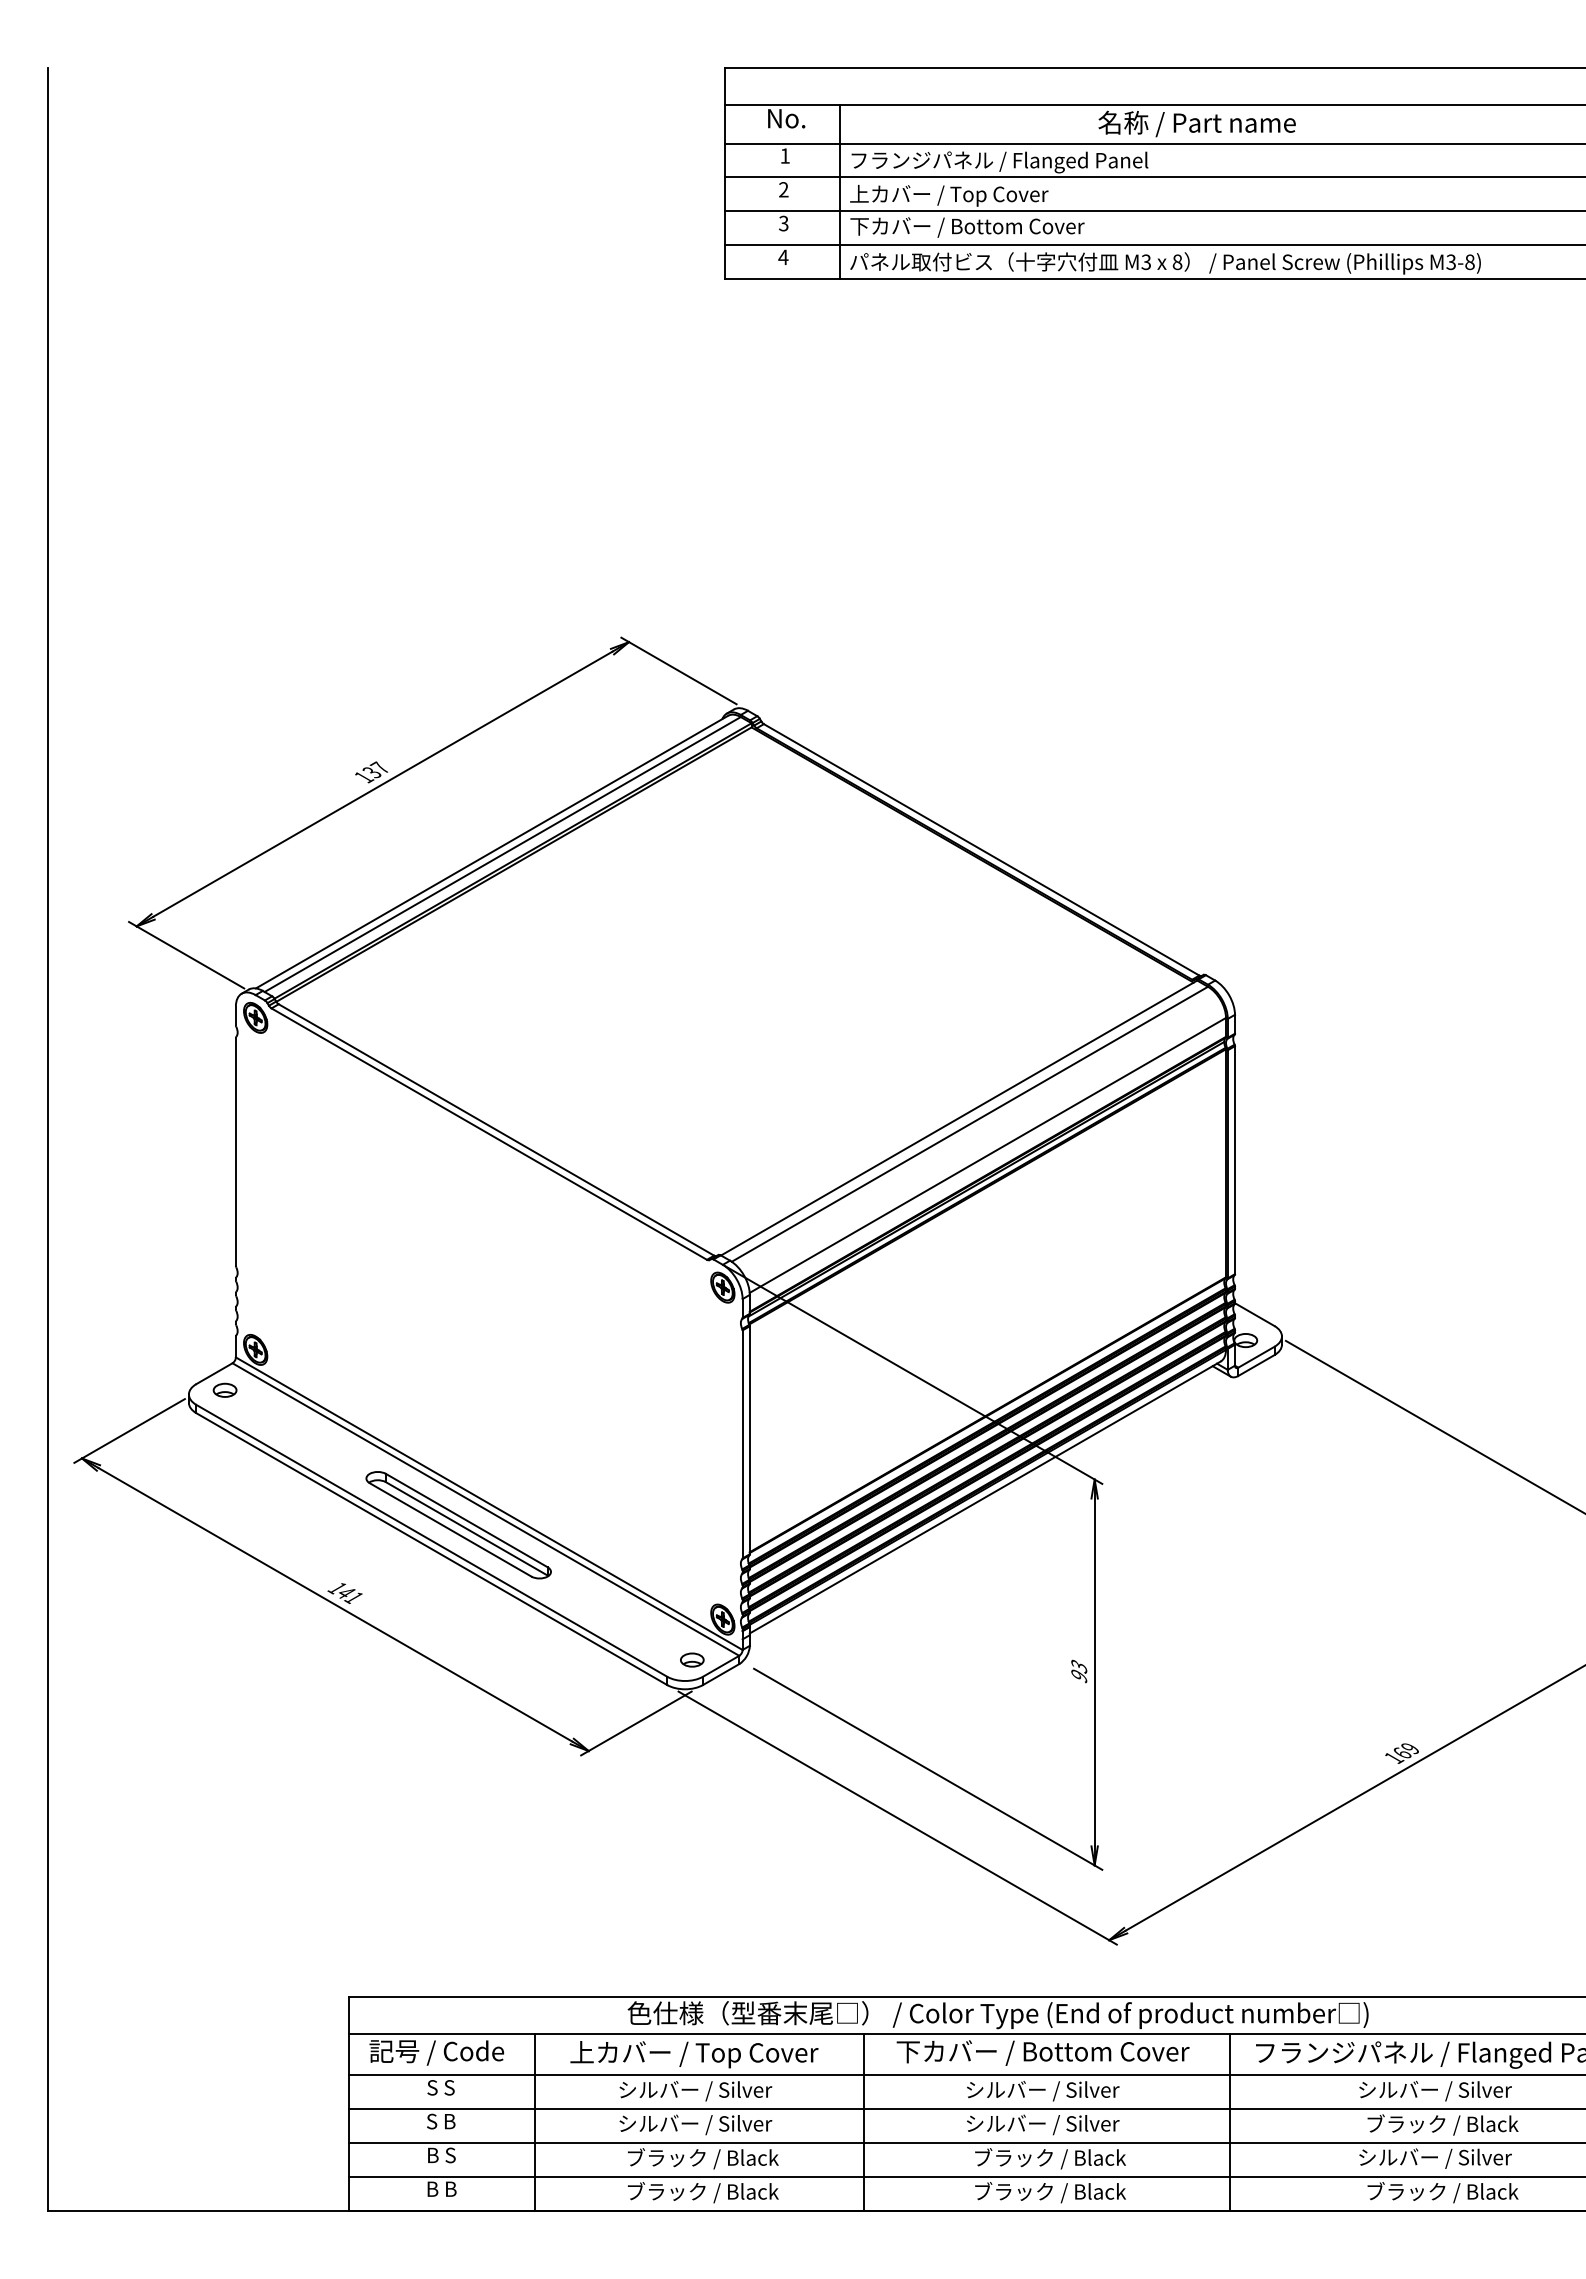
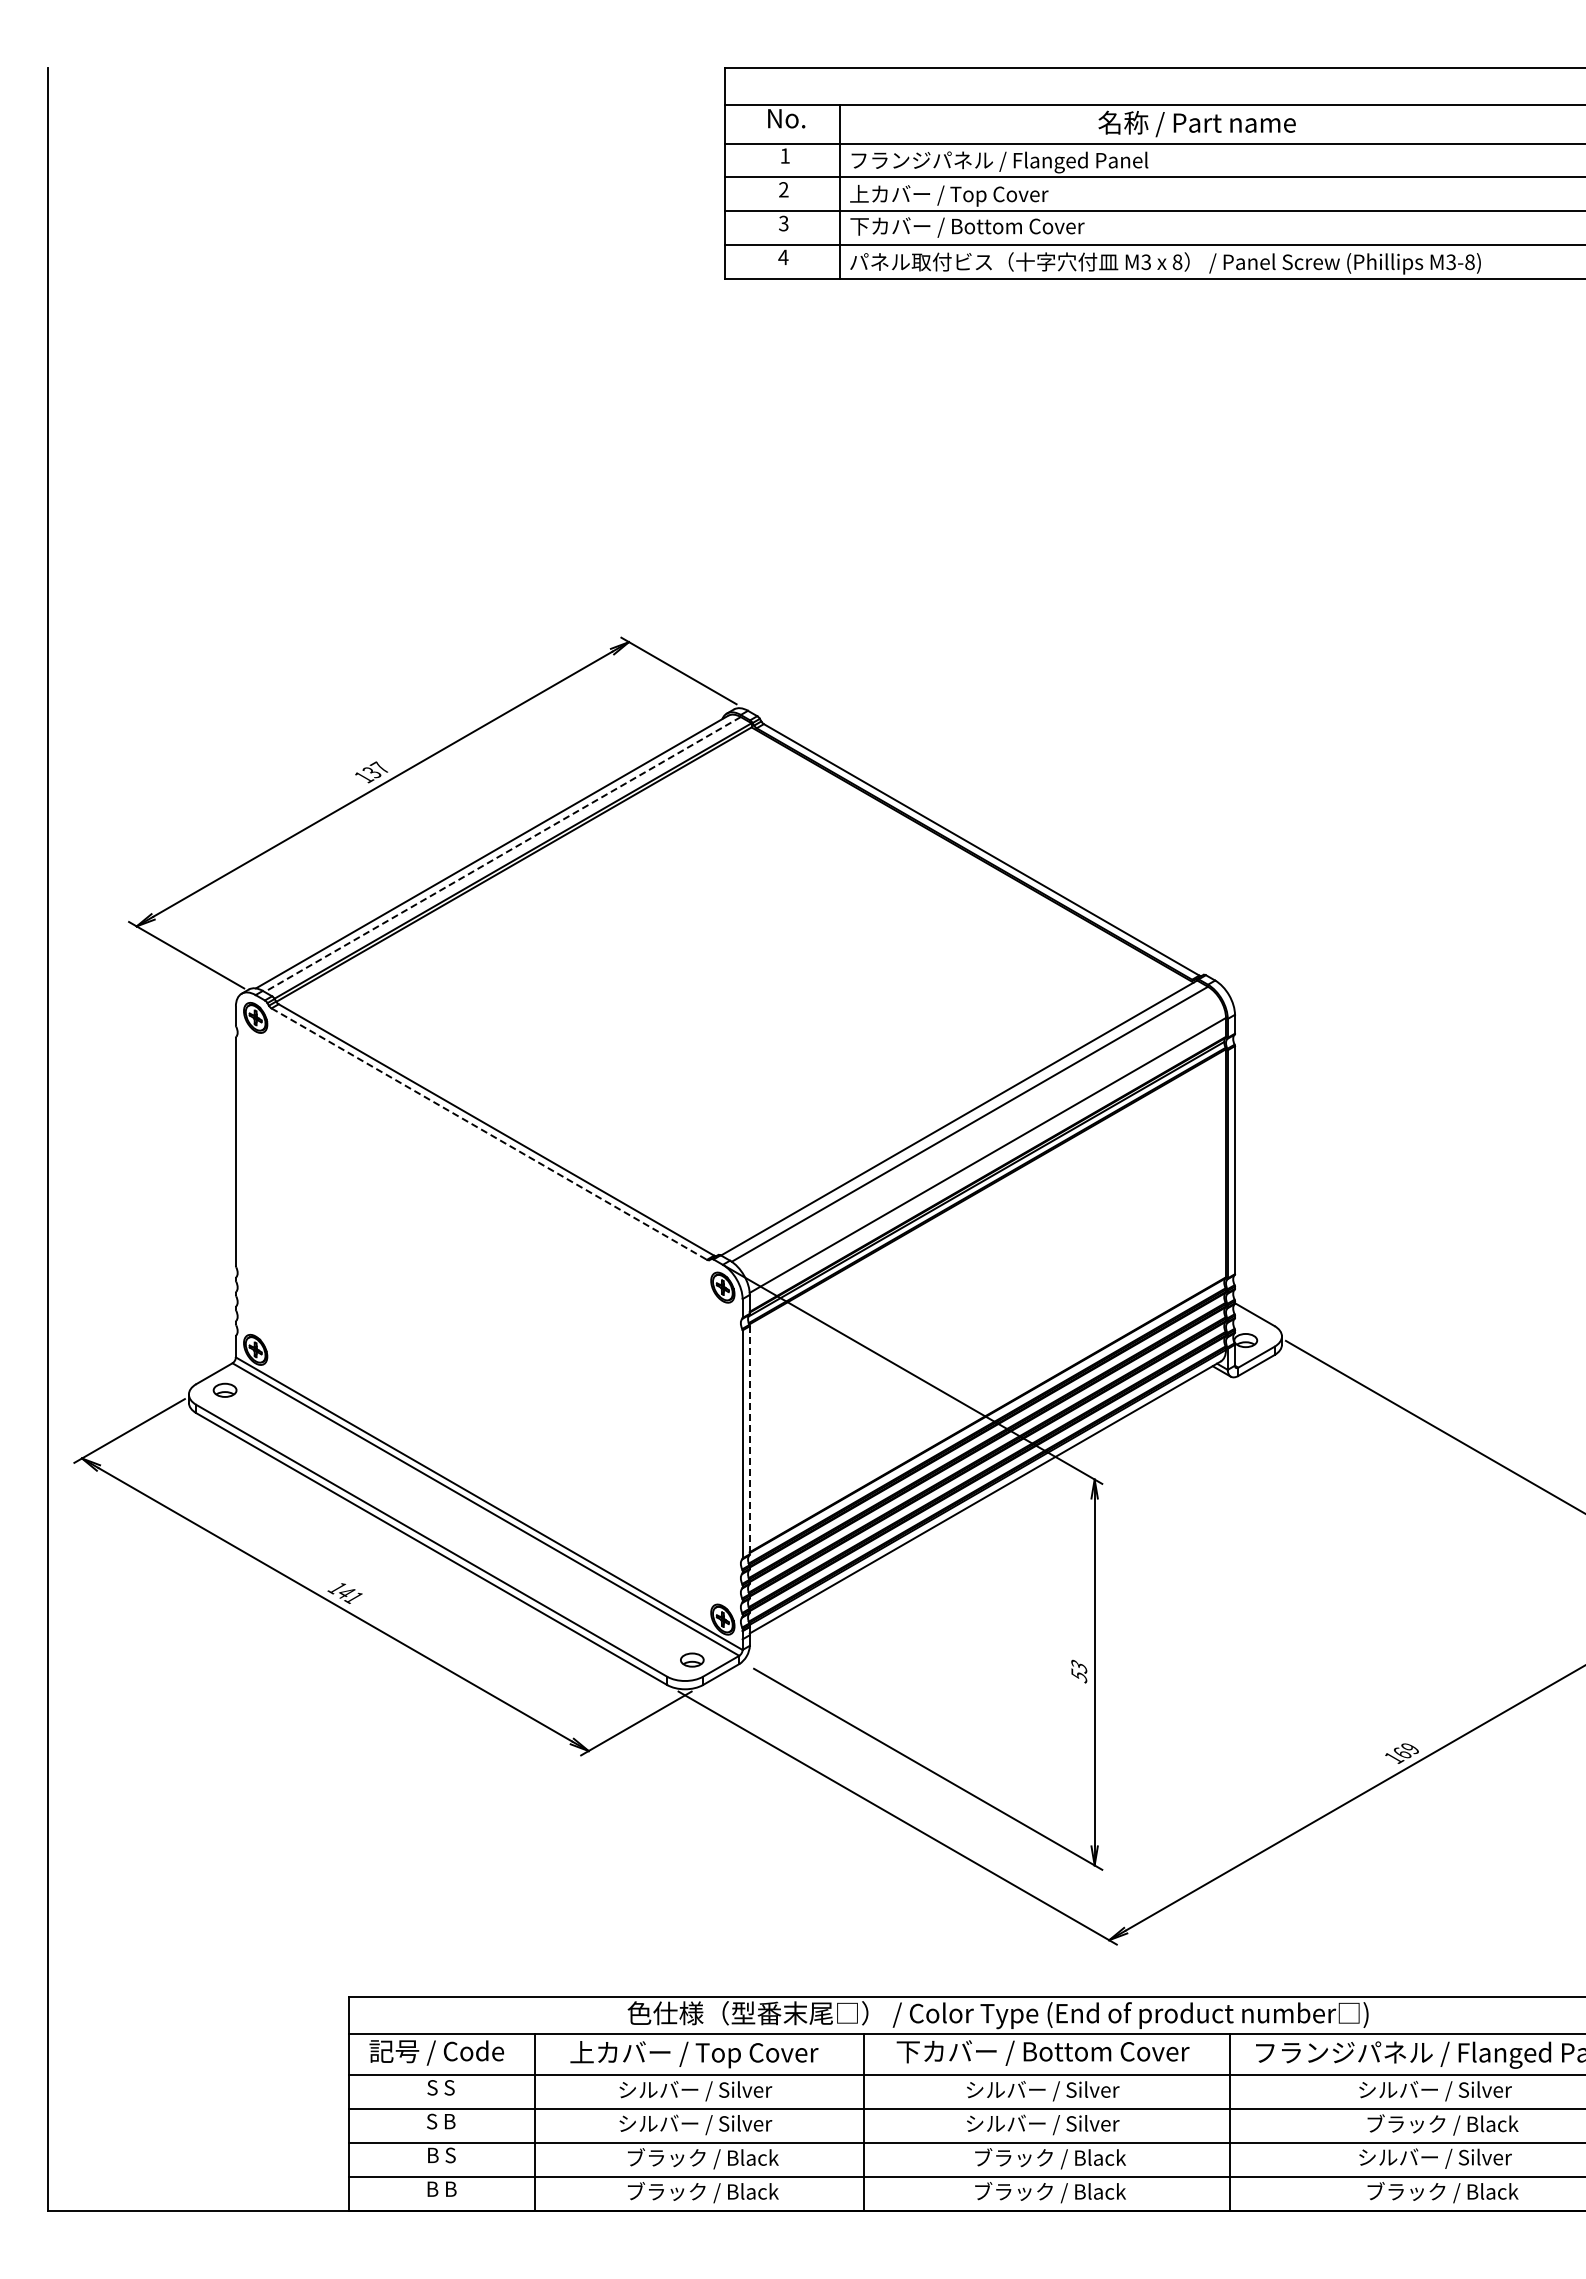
line at (502, 854): solid -> dashed
line at (489, 1134): solid -> dashed
line at (749, 1440): solid -> dashed
part at (458, 1525): present -> none
text at (1078, 1675): 93 -> 53
